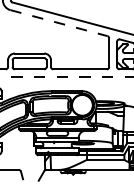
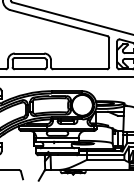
line at (59, 23): dashed -> solid
line at (67, 77): dashed -> solid
